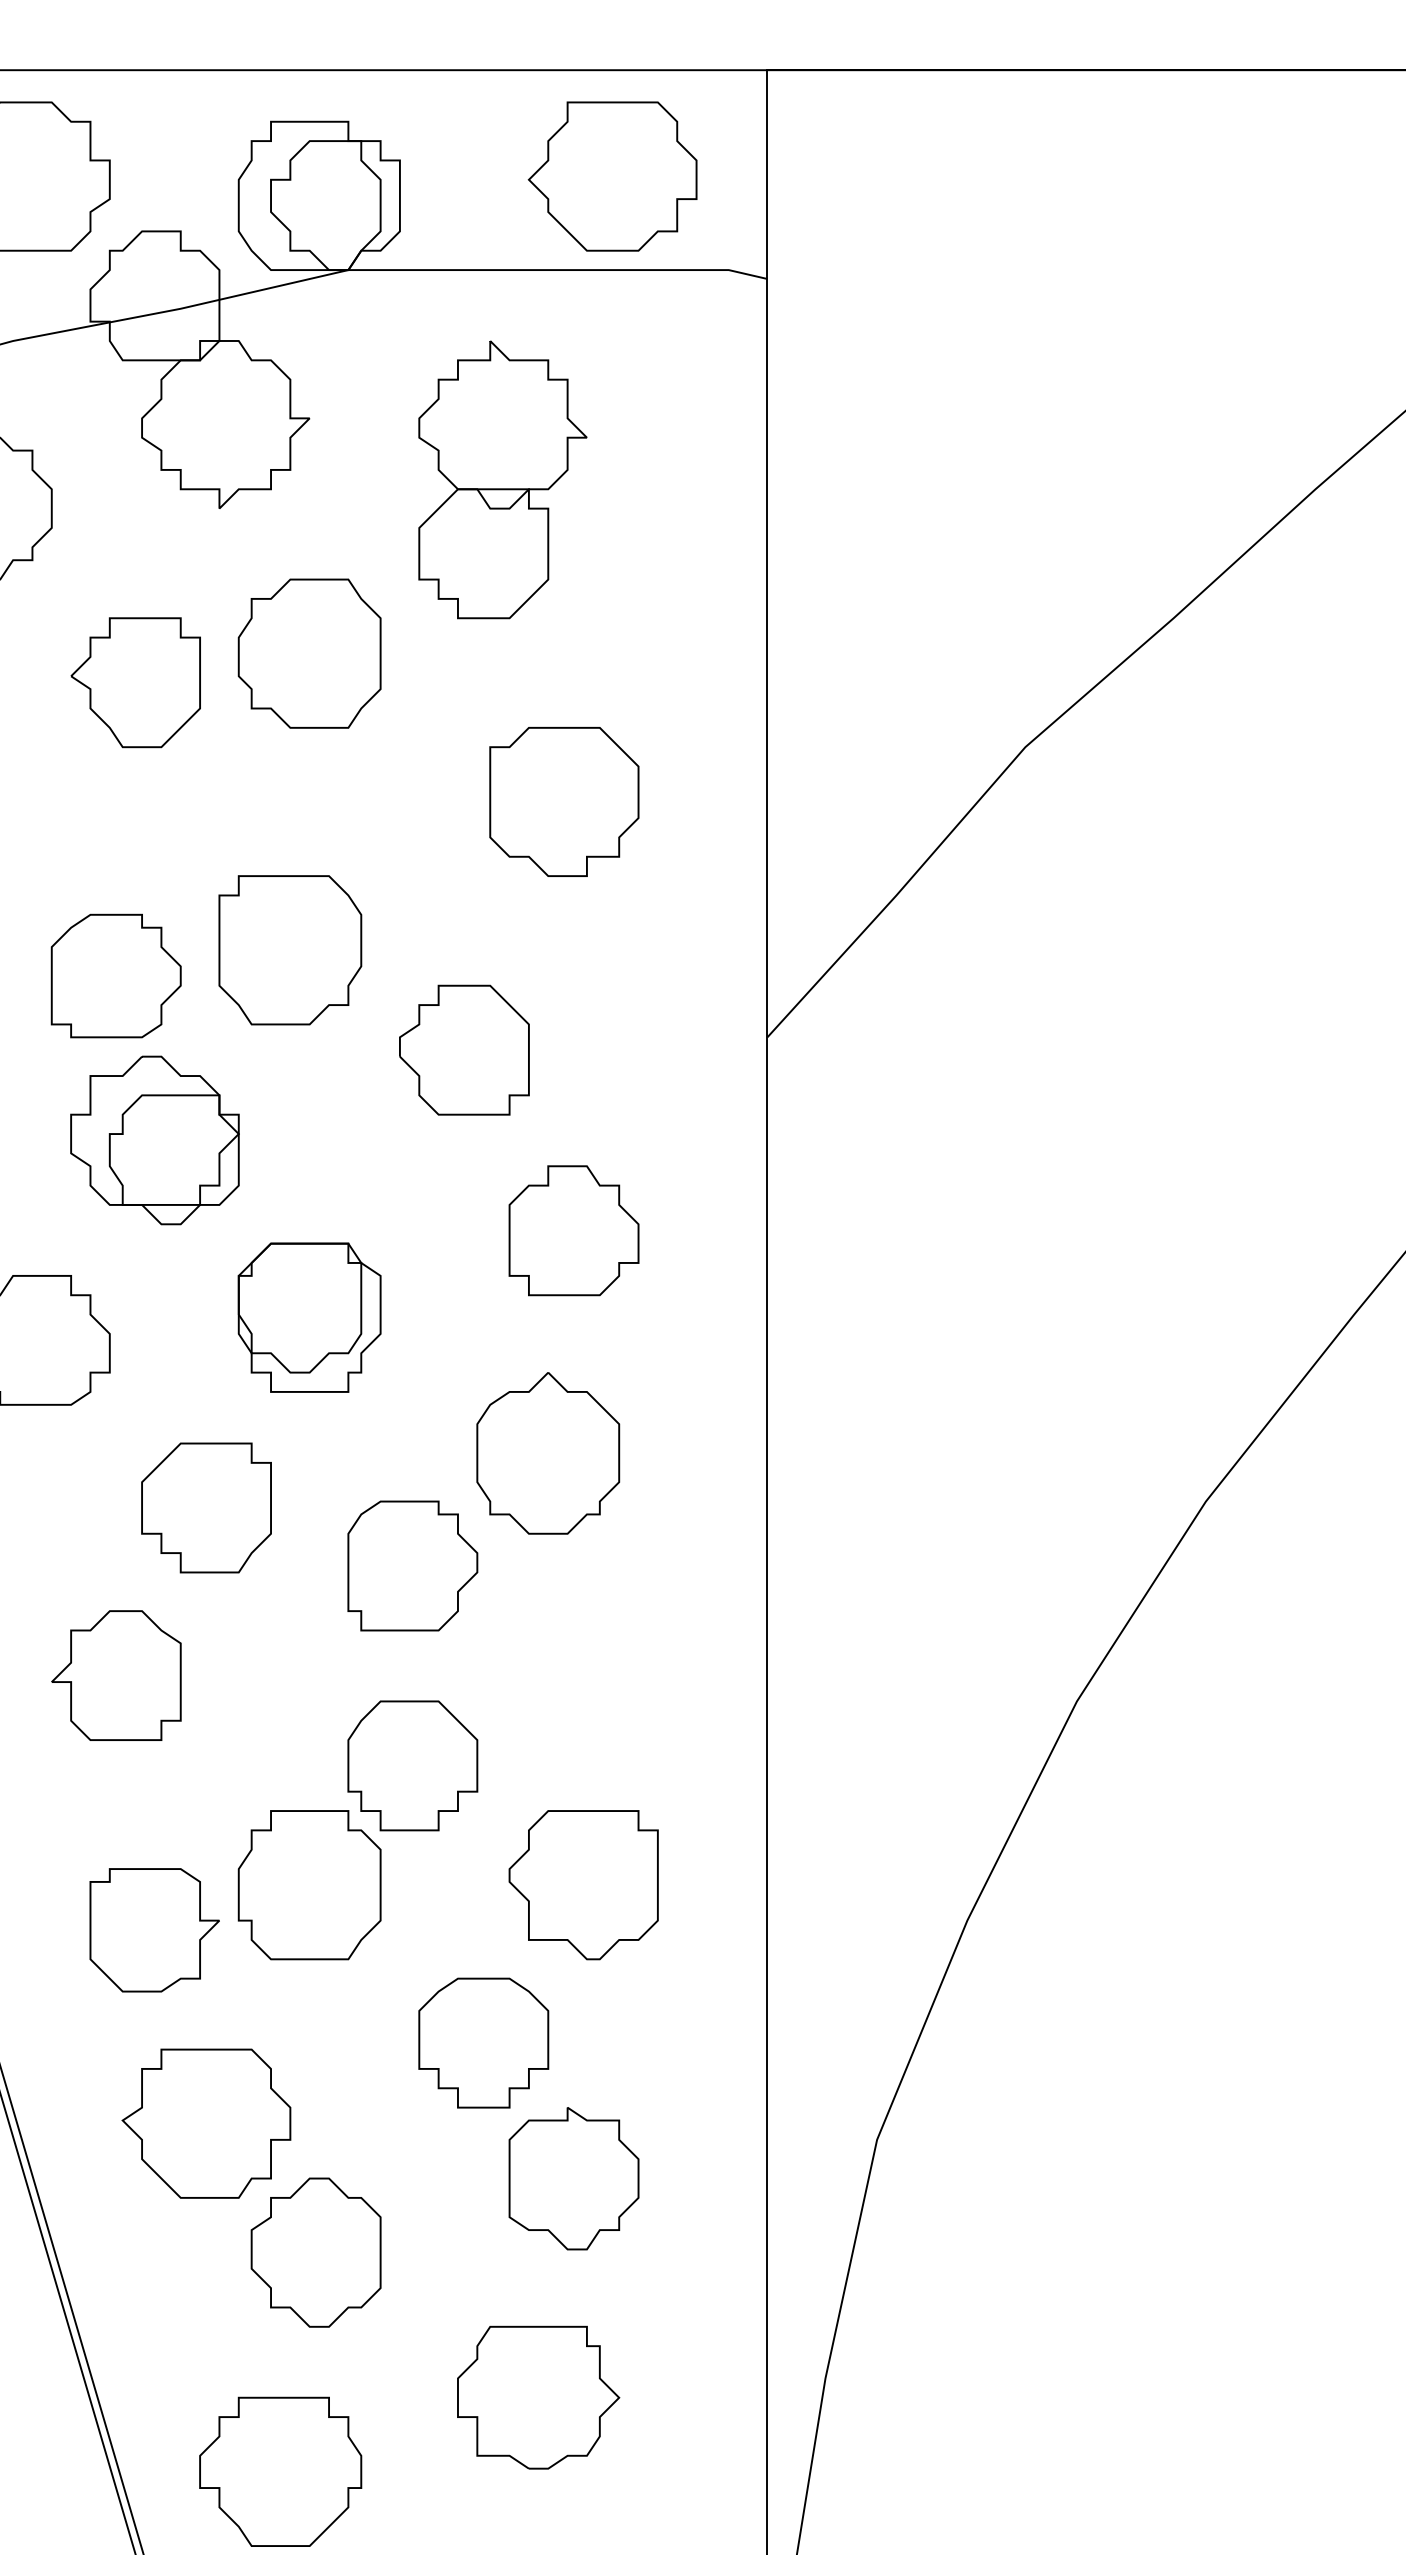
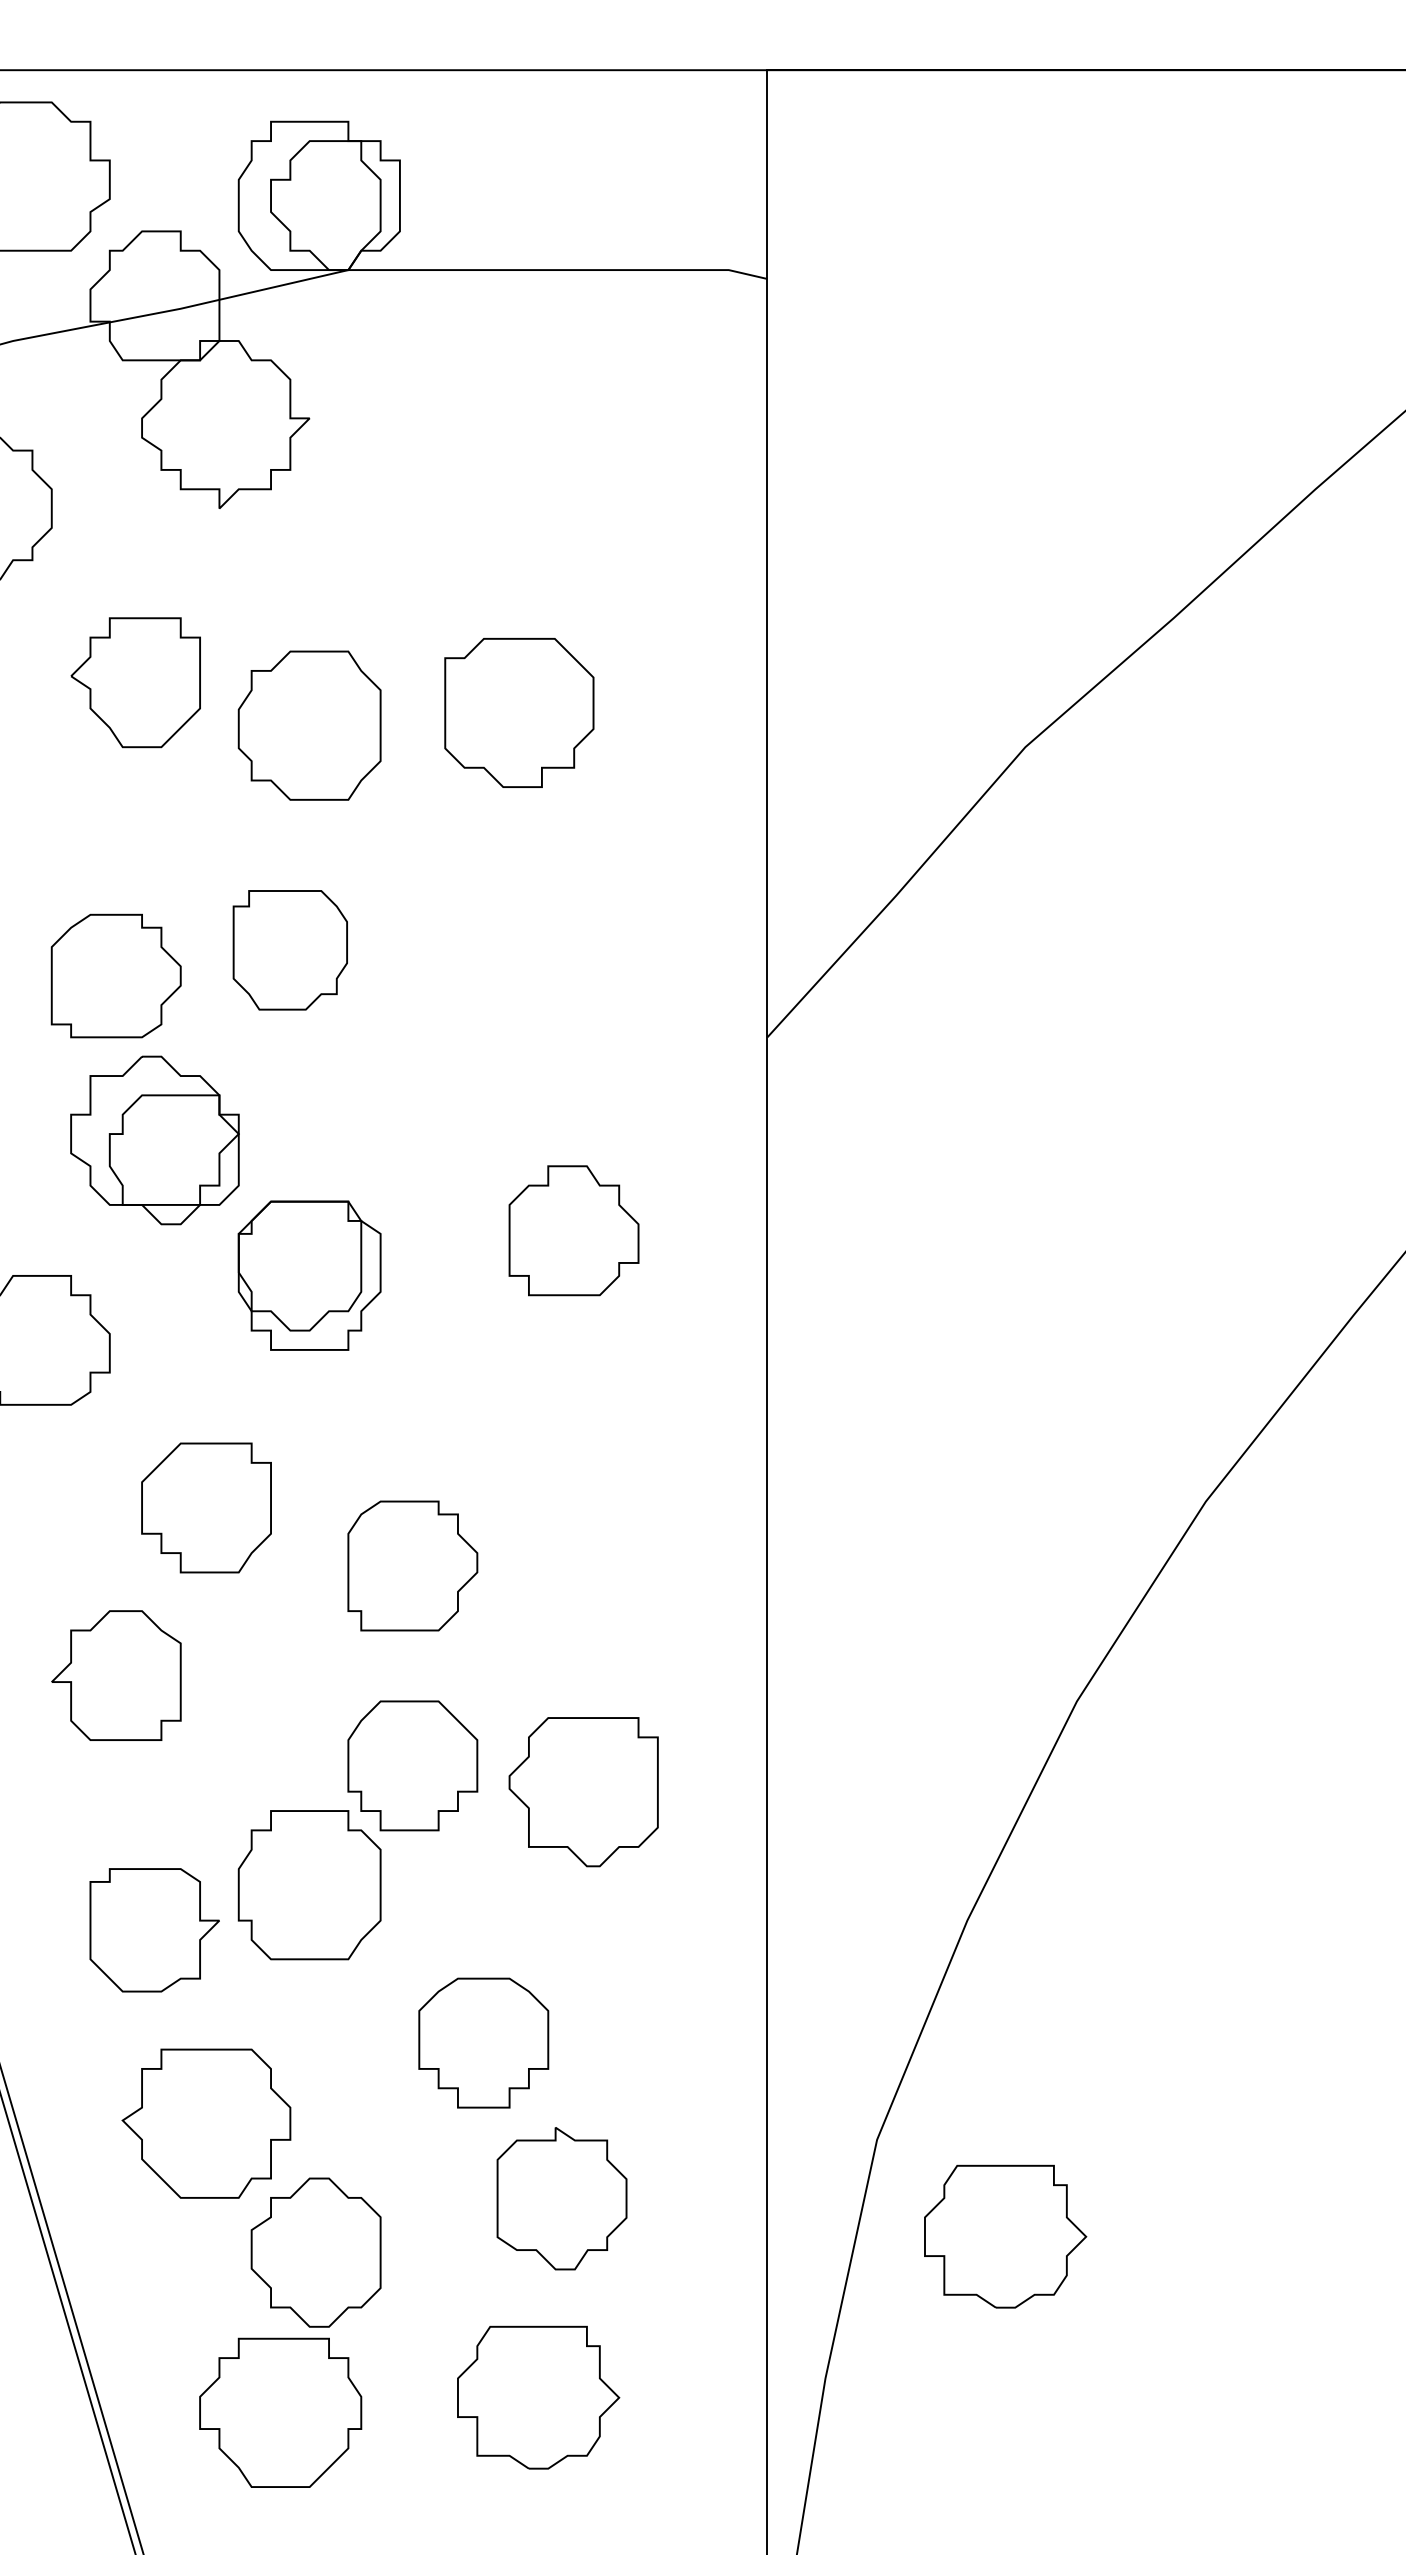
part at (612, 176): present -> none
part at (502, 479): present -> none
part at (309, 653) position: (309, 653) -> (309, 725)
part at (564, 801) position: (564, 801) -> (519, 712)
part at (290, 950) size: 145x151 px -> 116x121 px
part at (464, 1049): present -> none
part at (309, 1317) position: (309, 1317) -> (309, 1275)
part at (548, 1453): present -> none
part at (583, 1885) position: (583, 1885) -> (583, 1792)
part at (573, 2178) position: (573, 2178) -> (561, 2198)
part at (1005, 2236): none -> present
part at (280, 2471) position: (280, 2471) -> (280, 2412)
